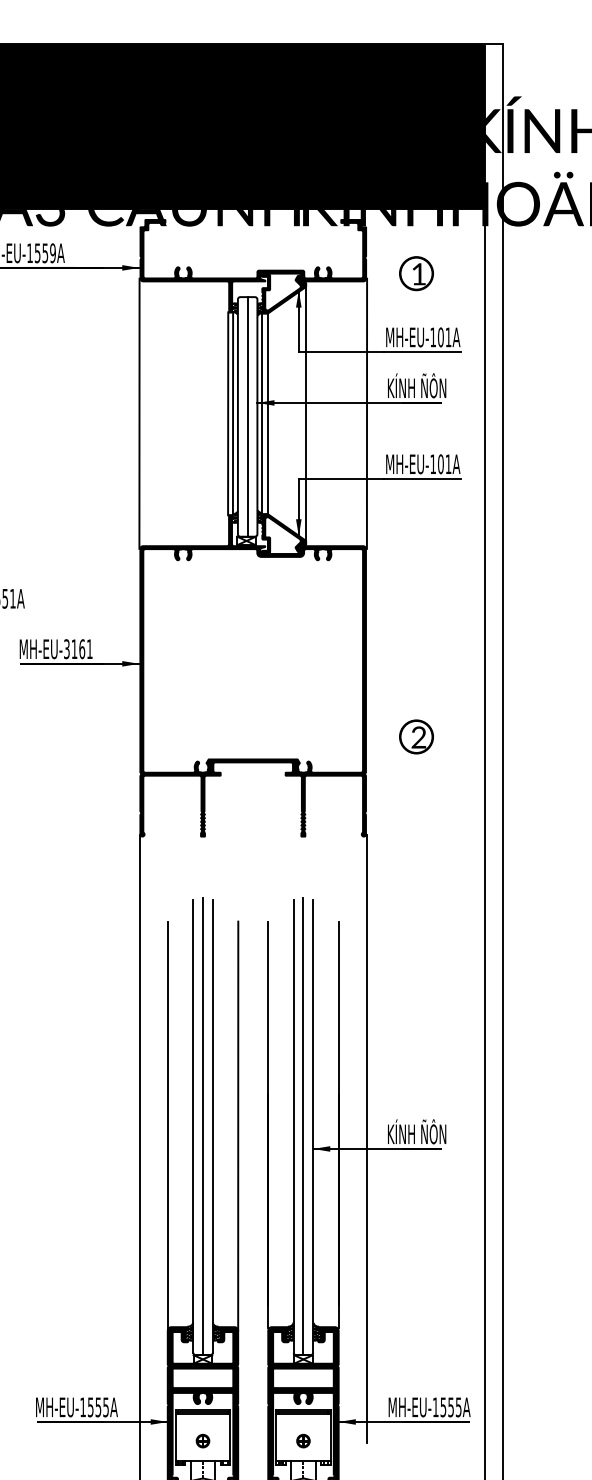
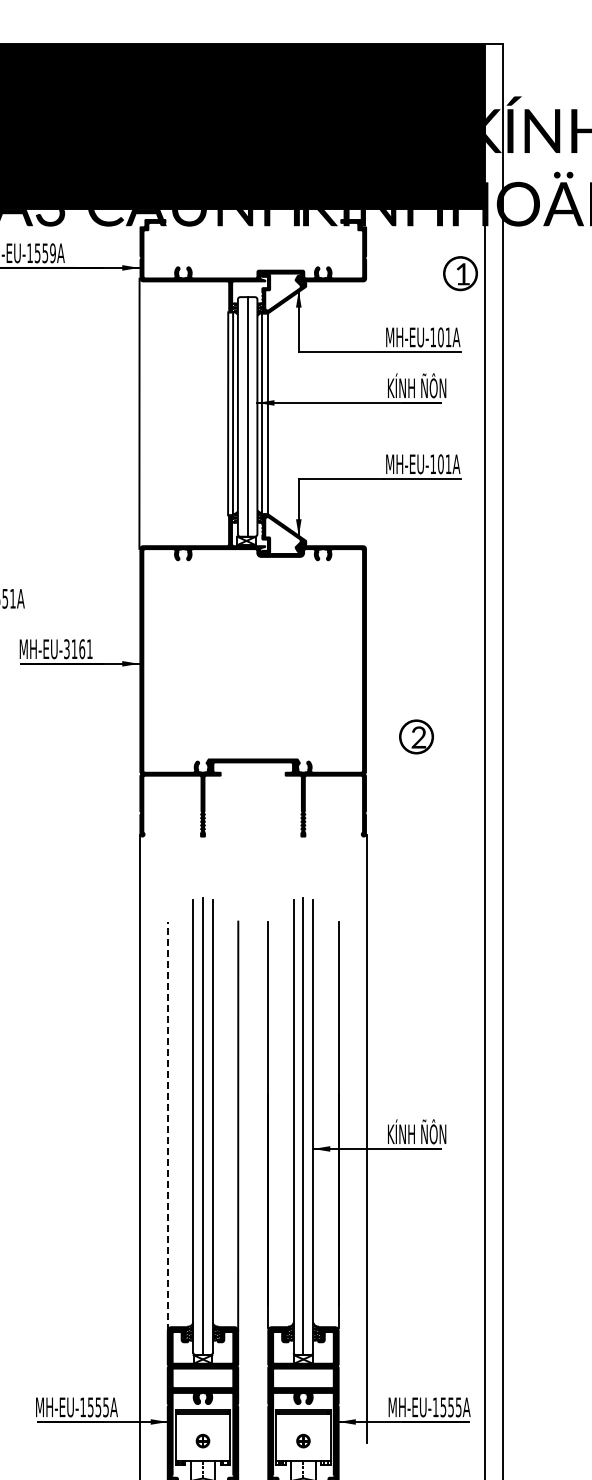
part at (416, 273) position: (416, 273) -> (460, 273)
line at (306, 413): present -> none
line at (366, 413): present -> none
line at (167, 1126): solid -> dashed
